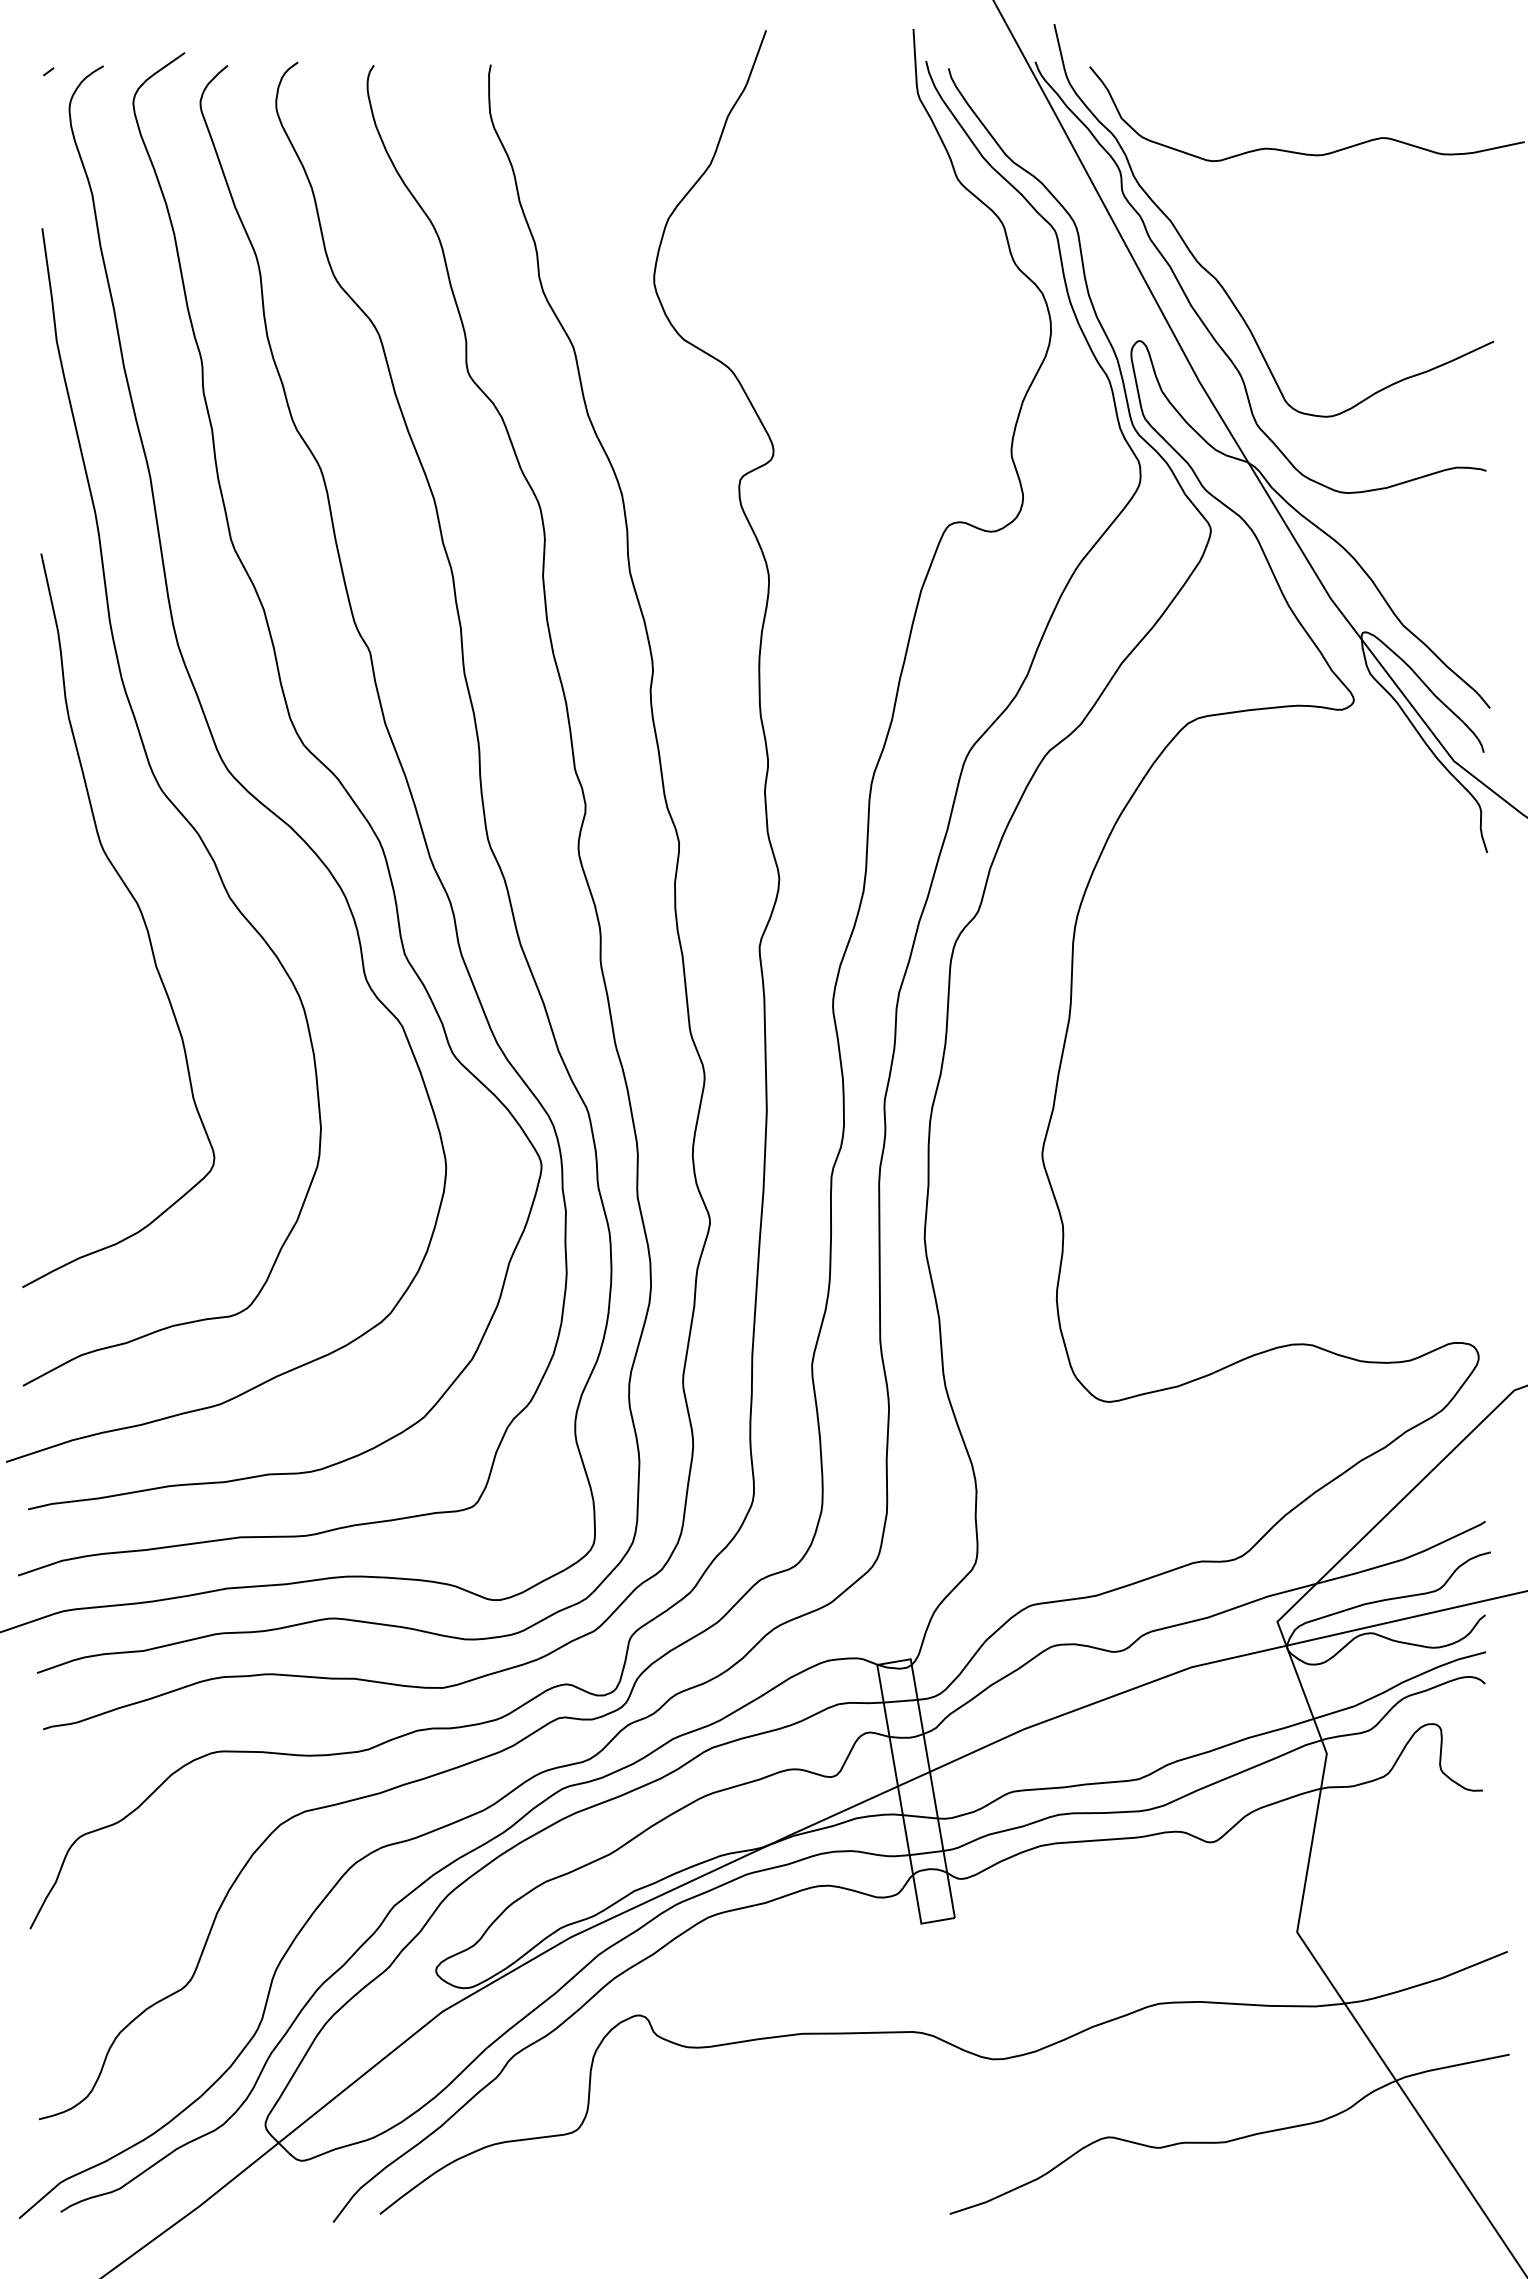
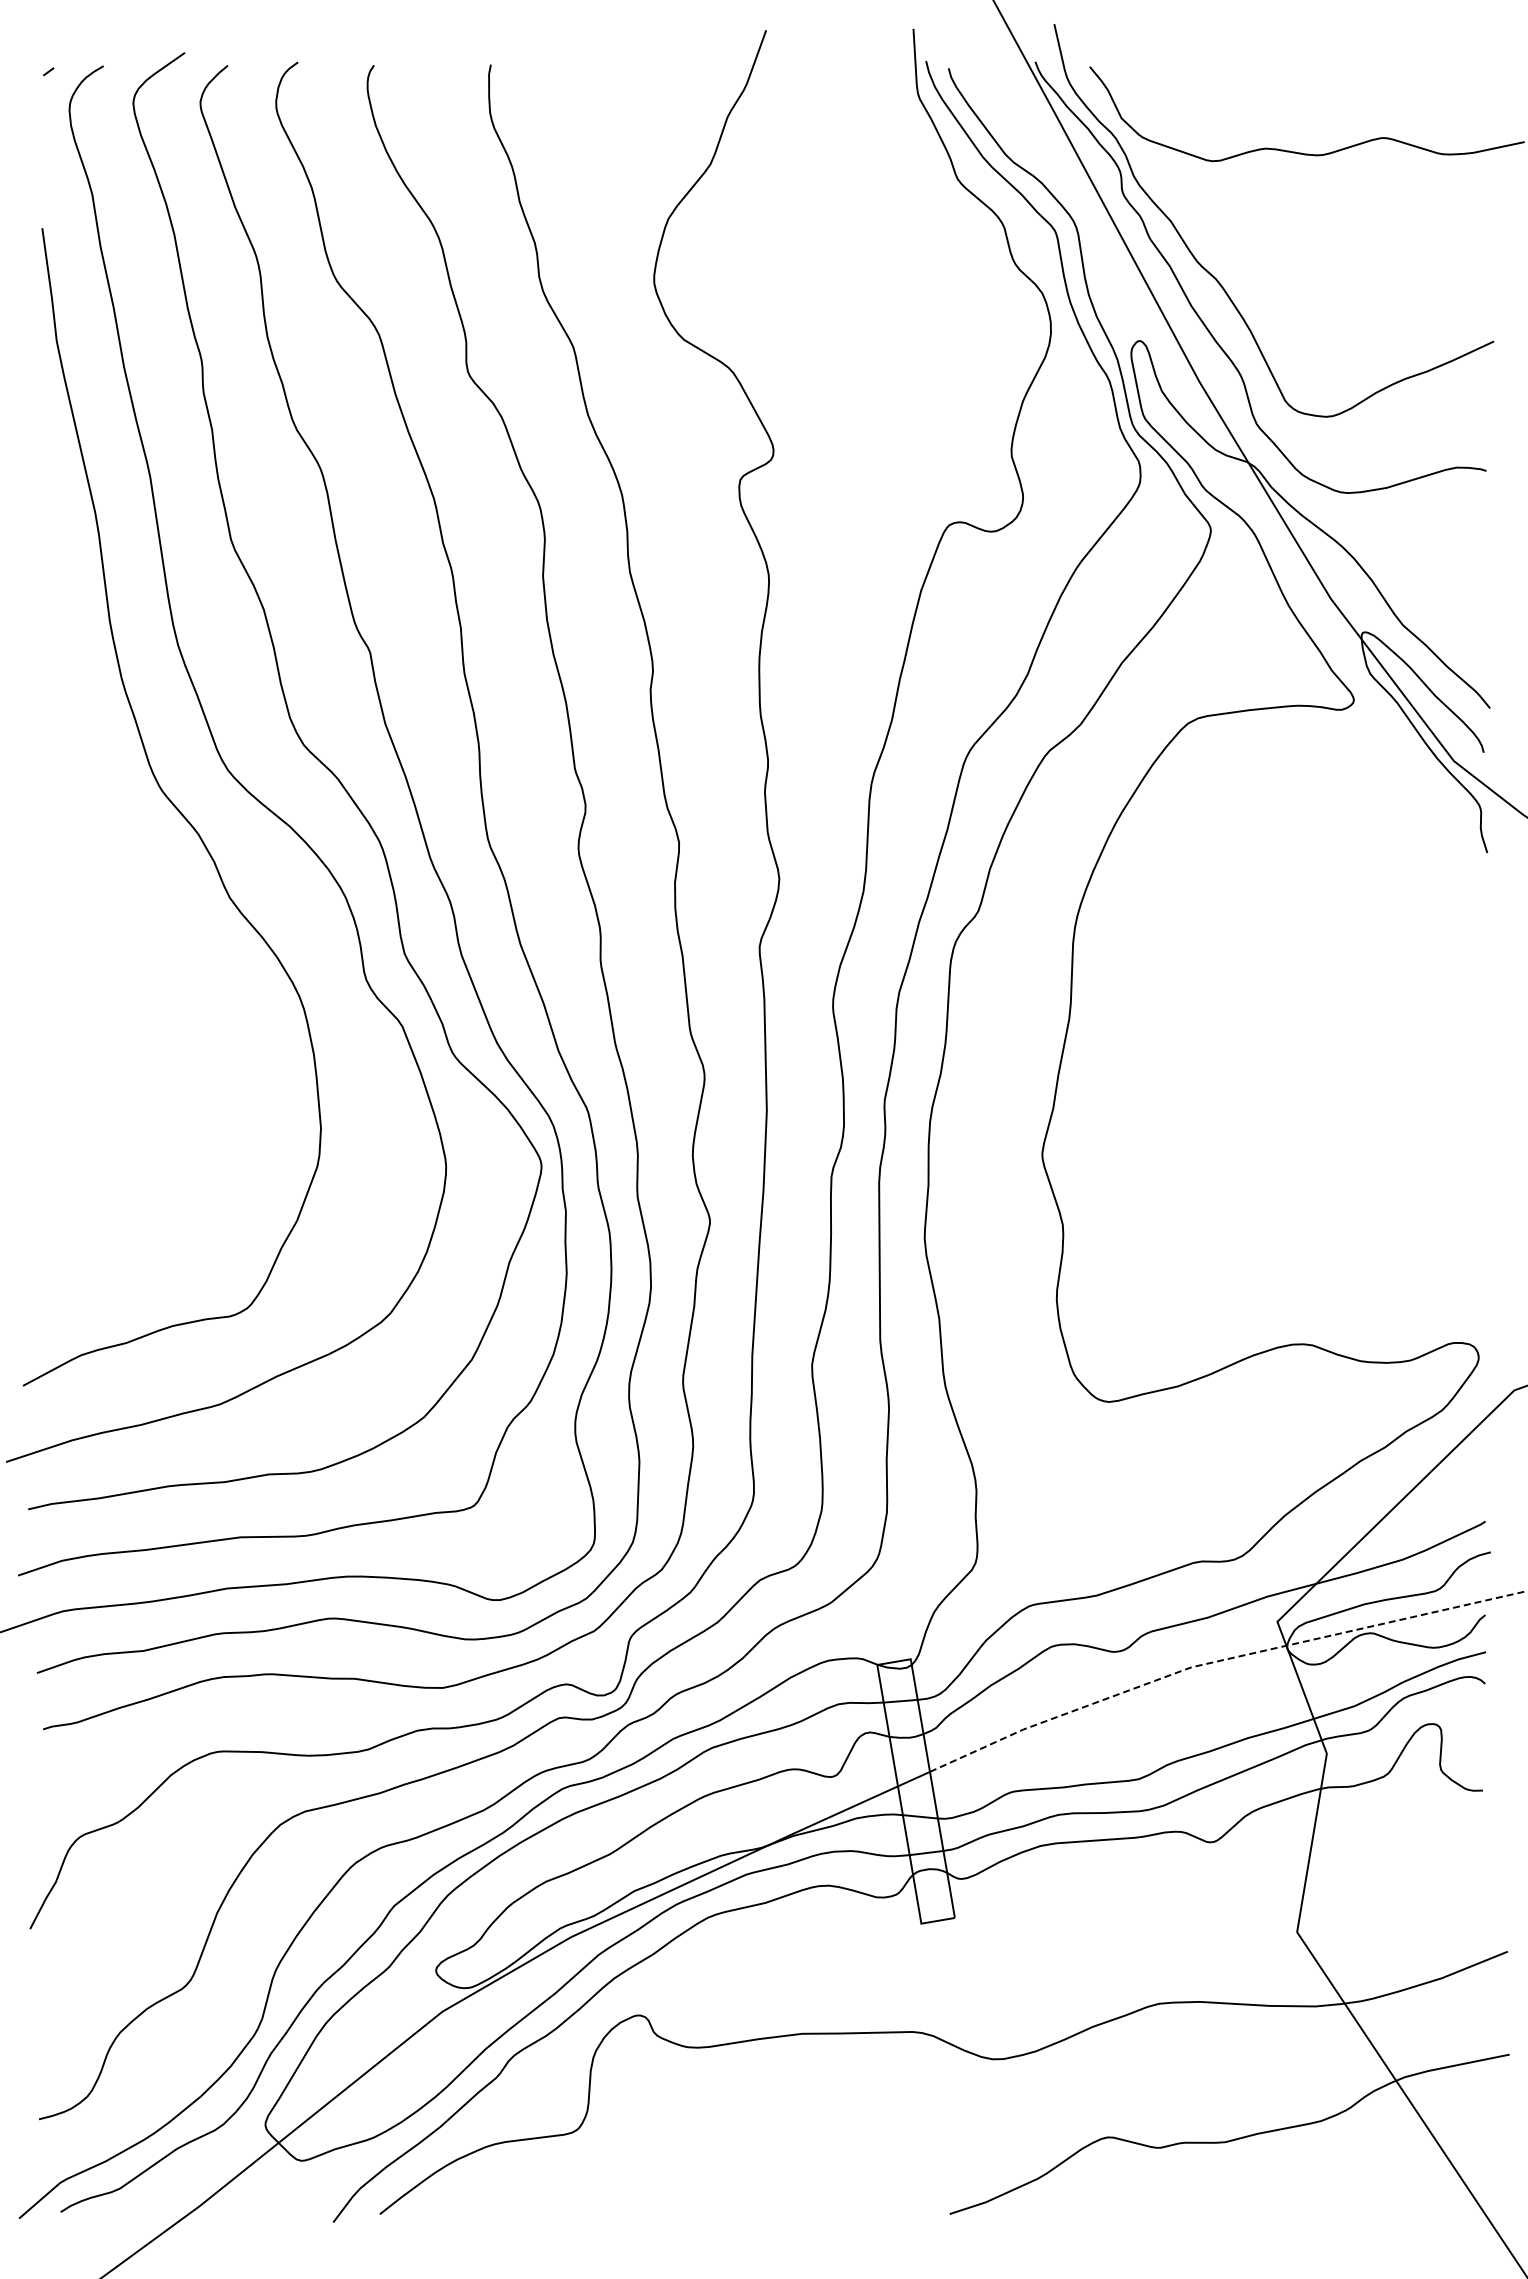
curve at (139, 911): present -> none
line at (1220, 1660): solid -> dashed
